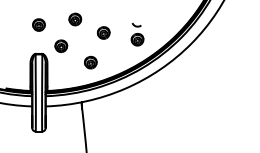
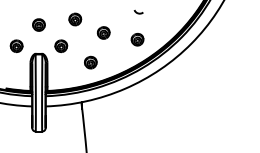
curve at (136, 25) position: (136, 25) -> (138, 12)
part at (16, 46): none -> present
